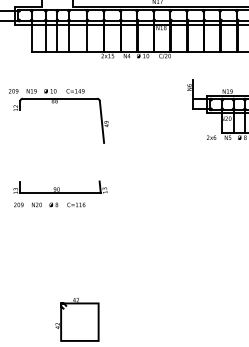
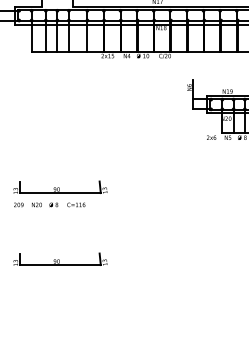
part at (57, 103): present -> none
part at (60, 258): none -> present
part at (77, 319): present -> none
